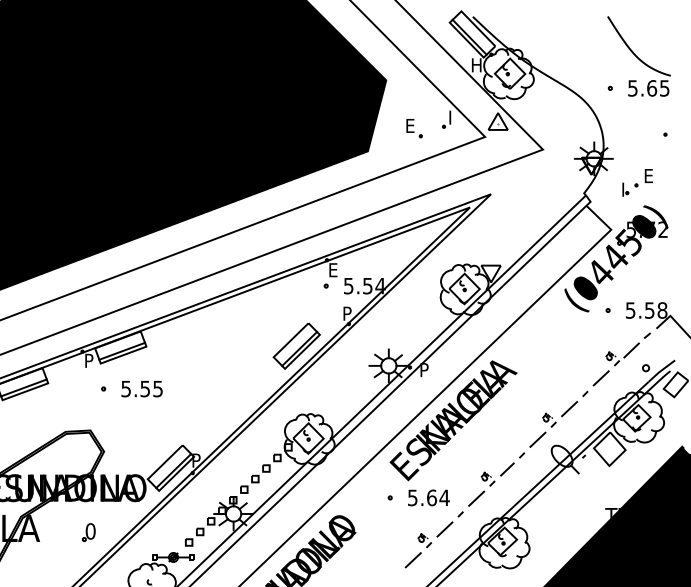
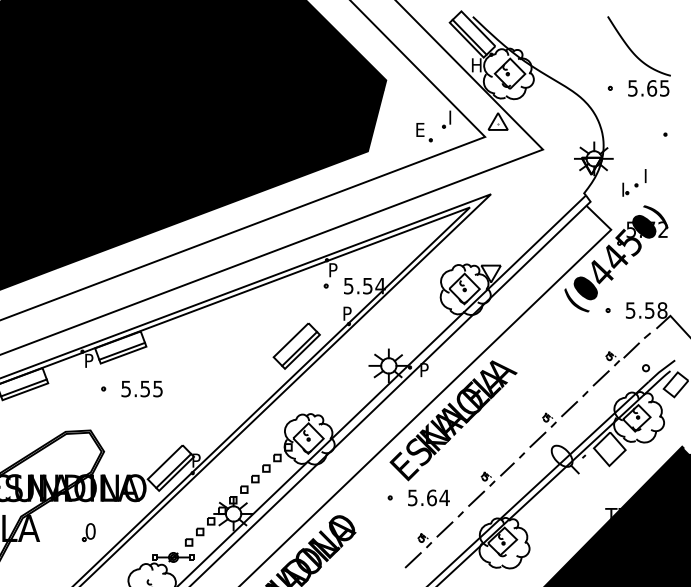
part at (414, 128) position: (414, 128) -> (424, 132)
text at (649, 176): E -> I
text at (334, 270): E -> P
